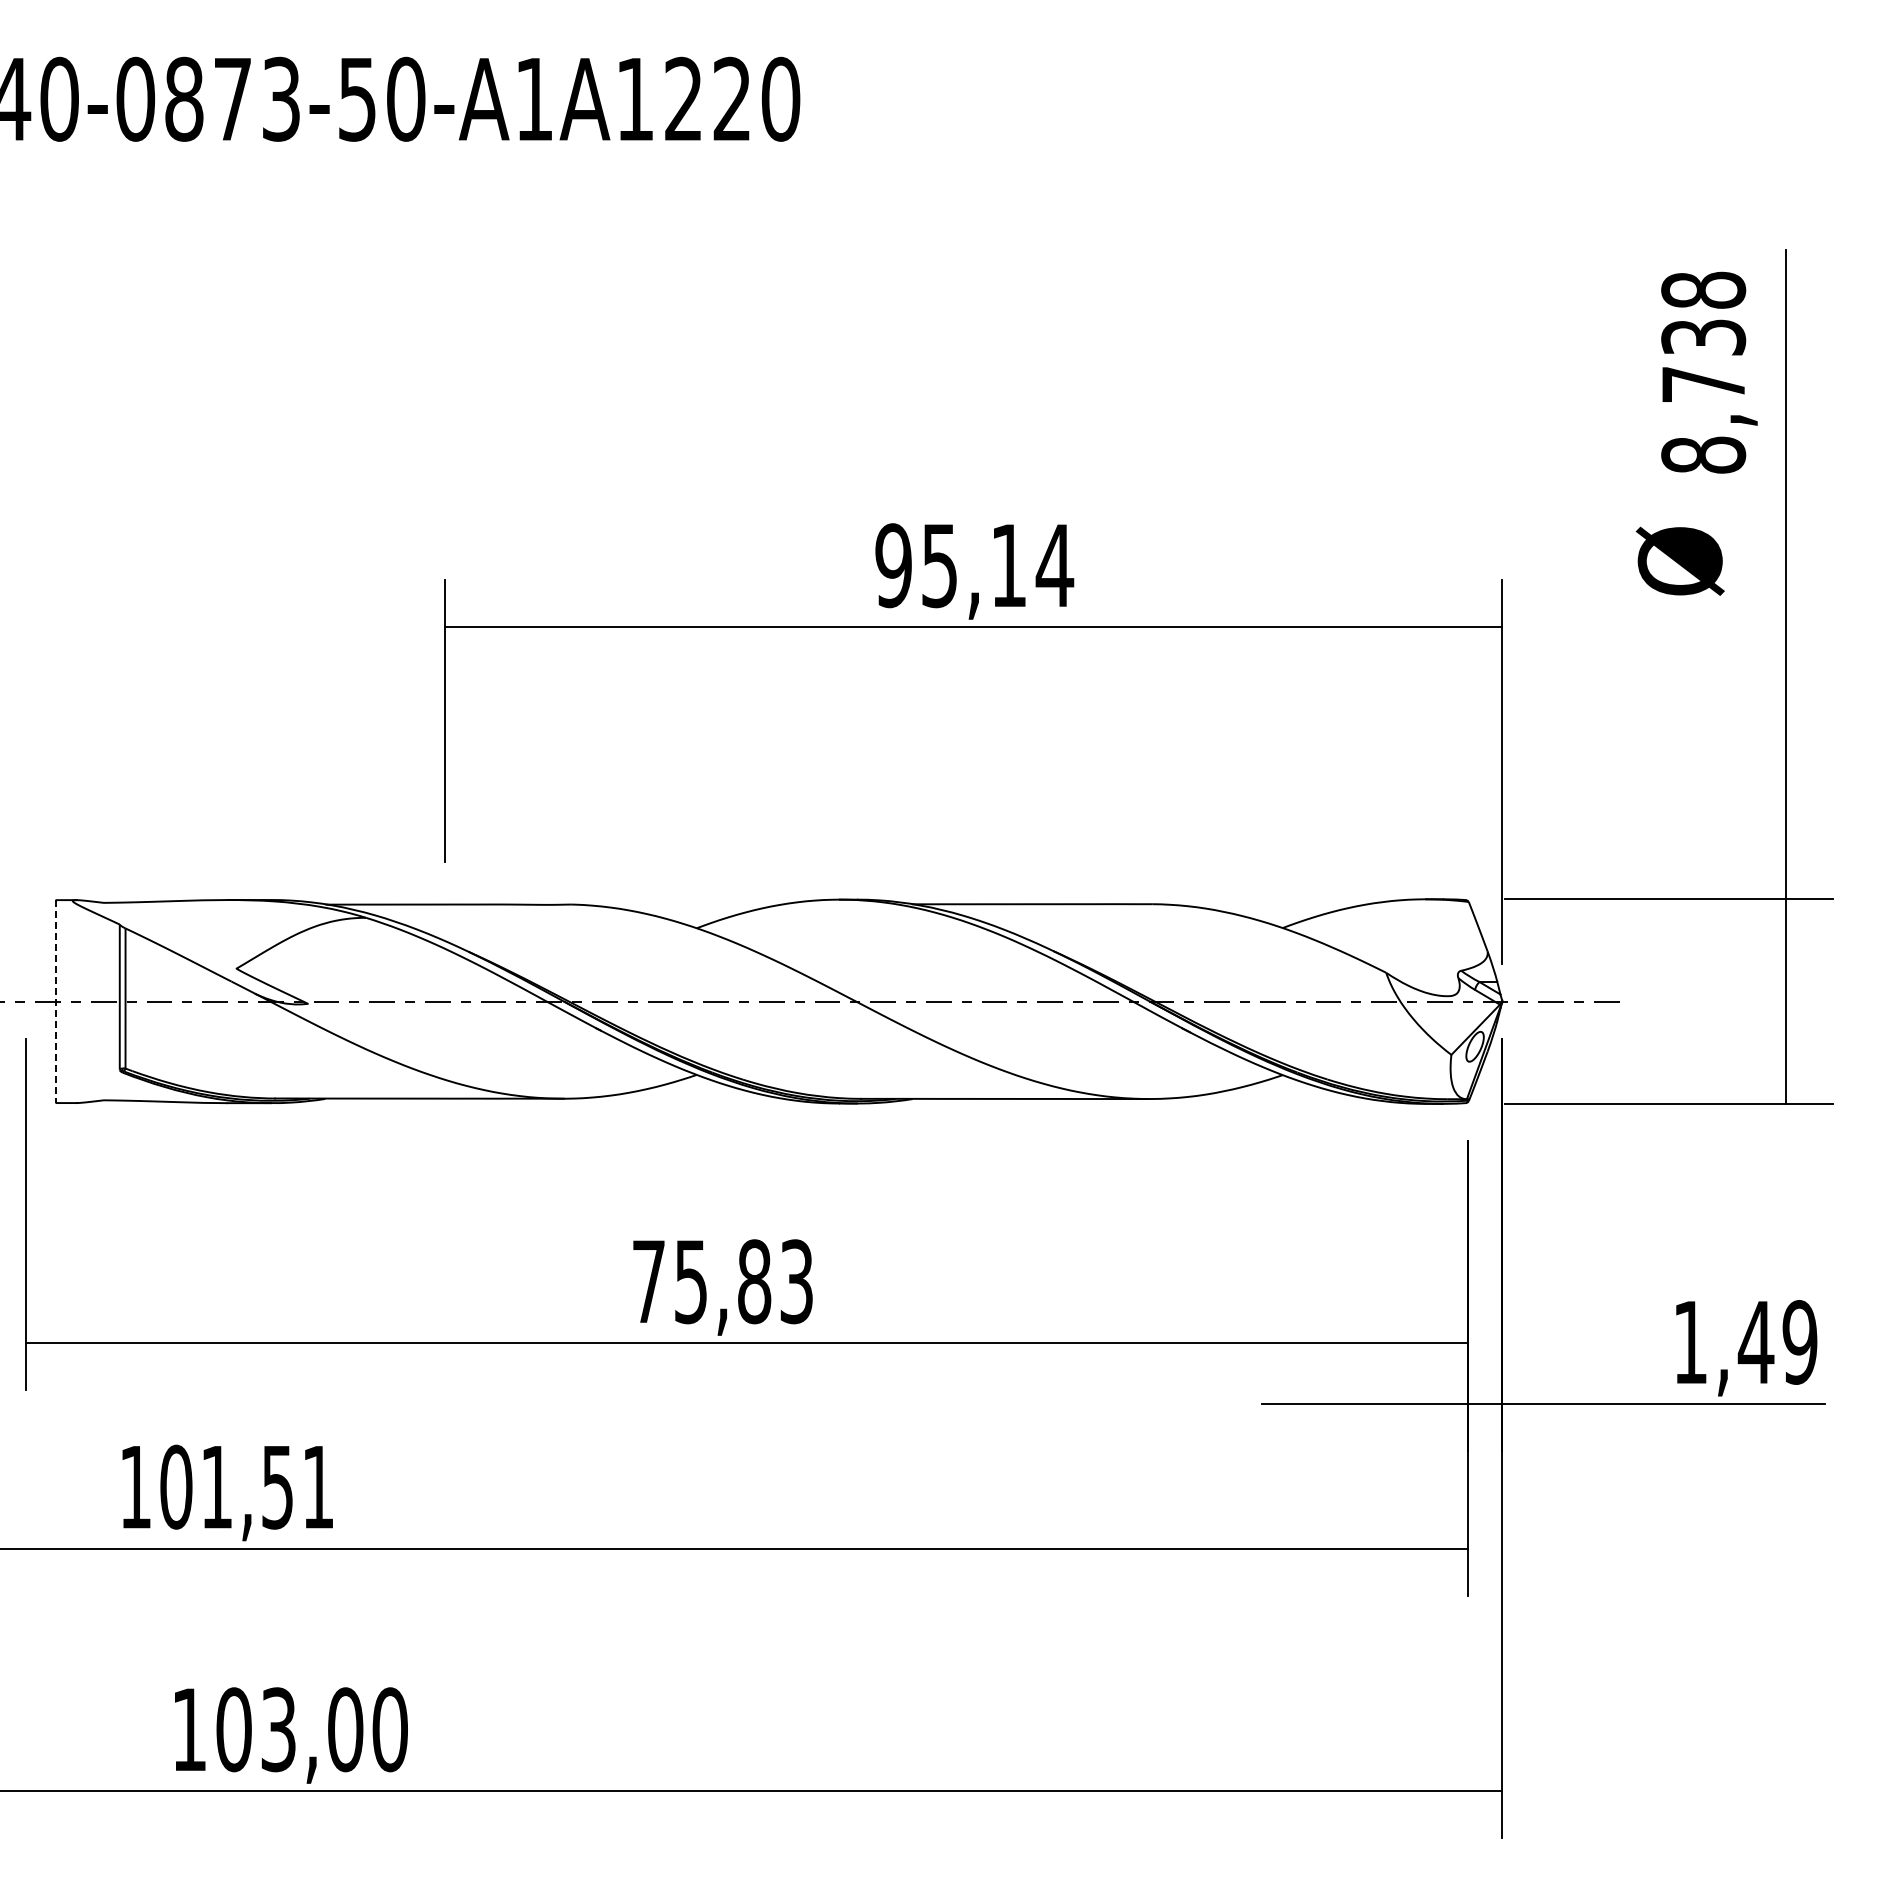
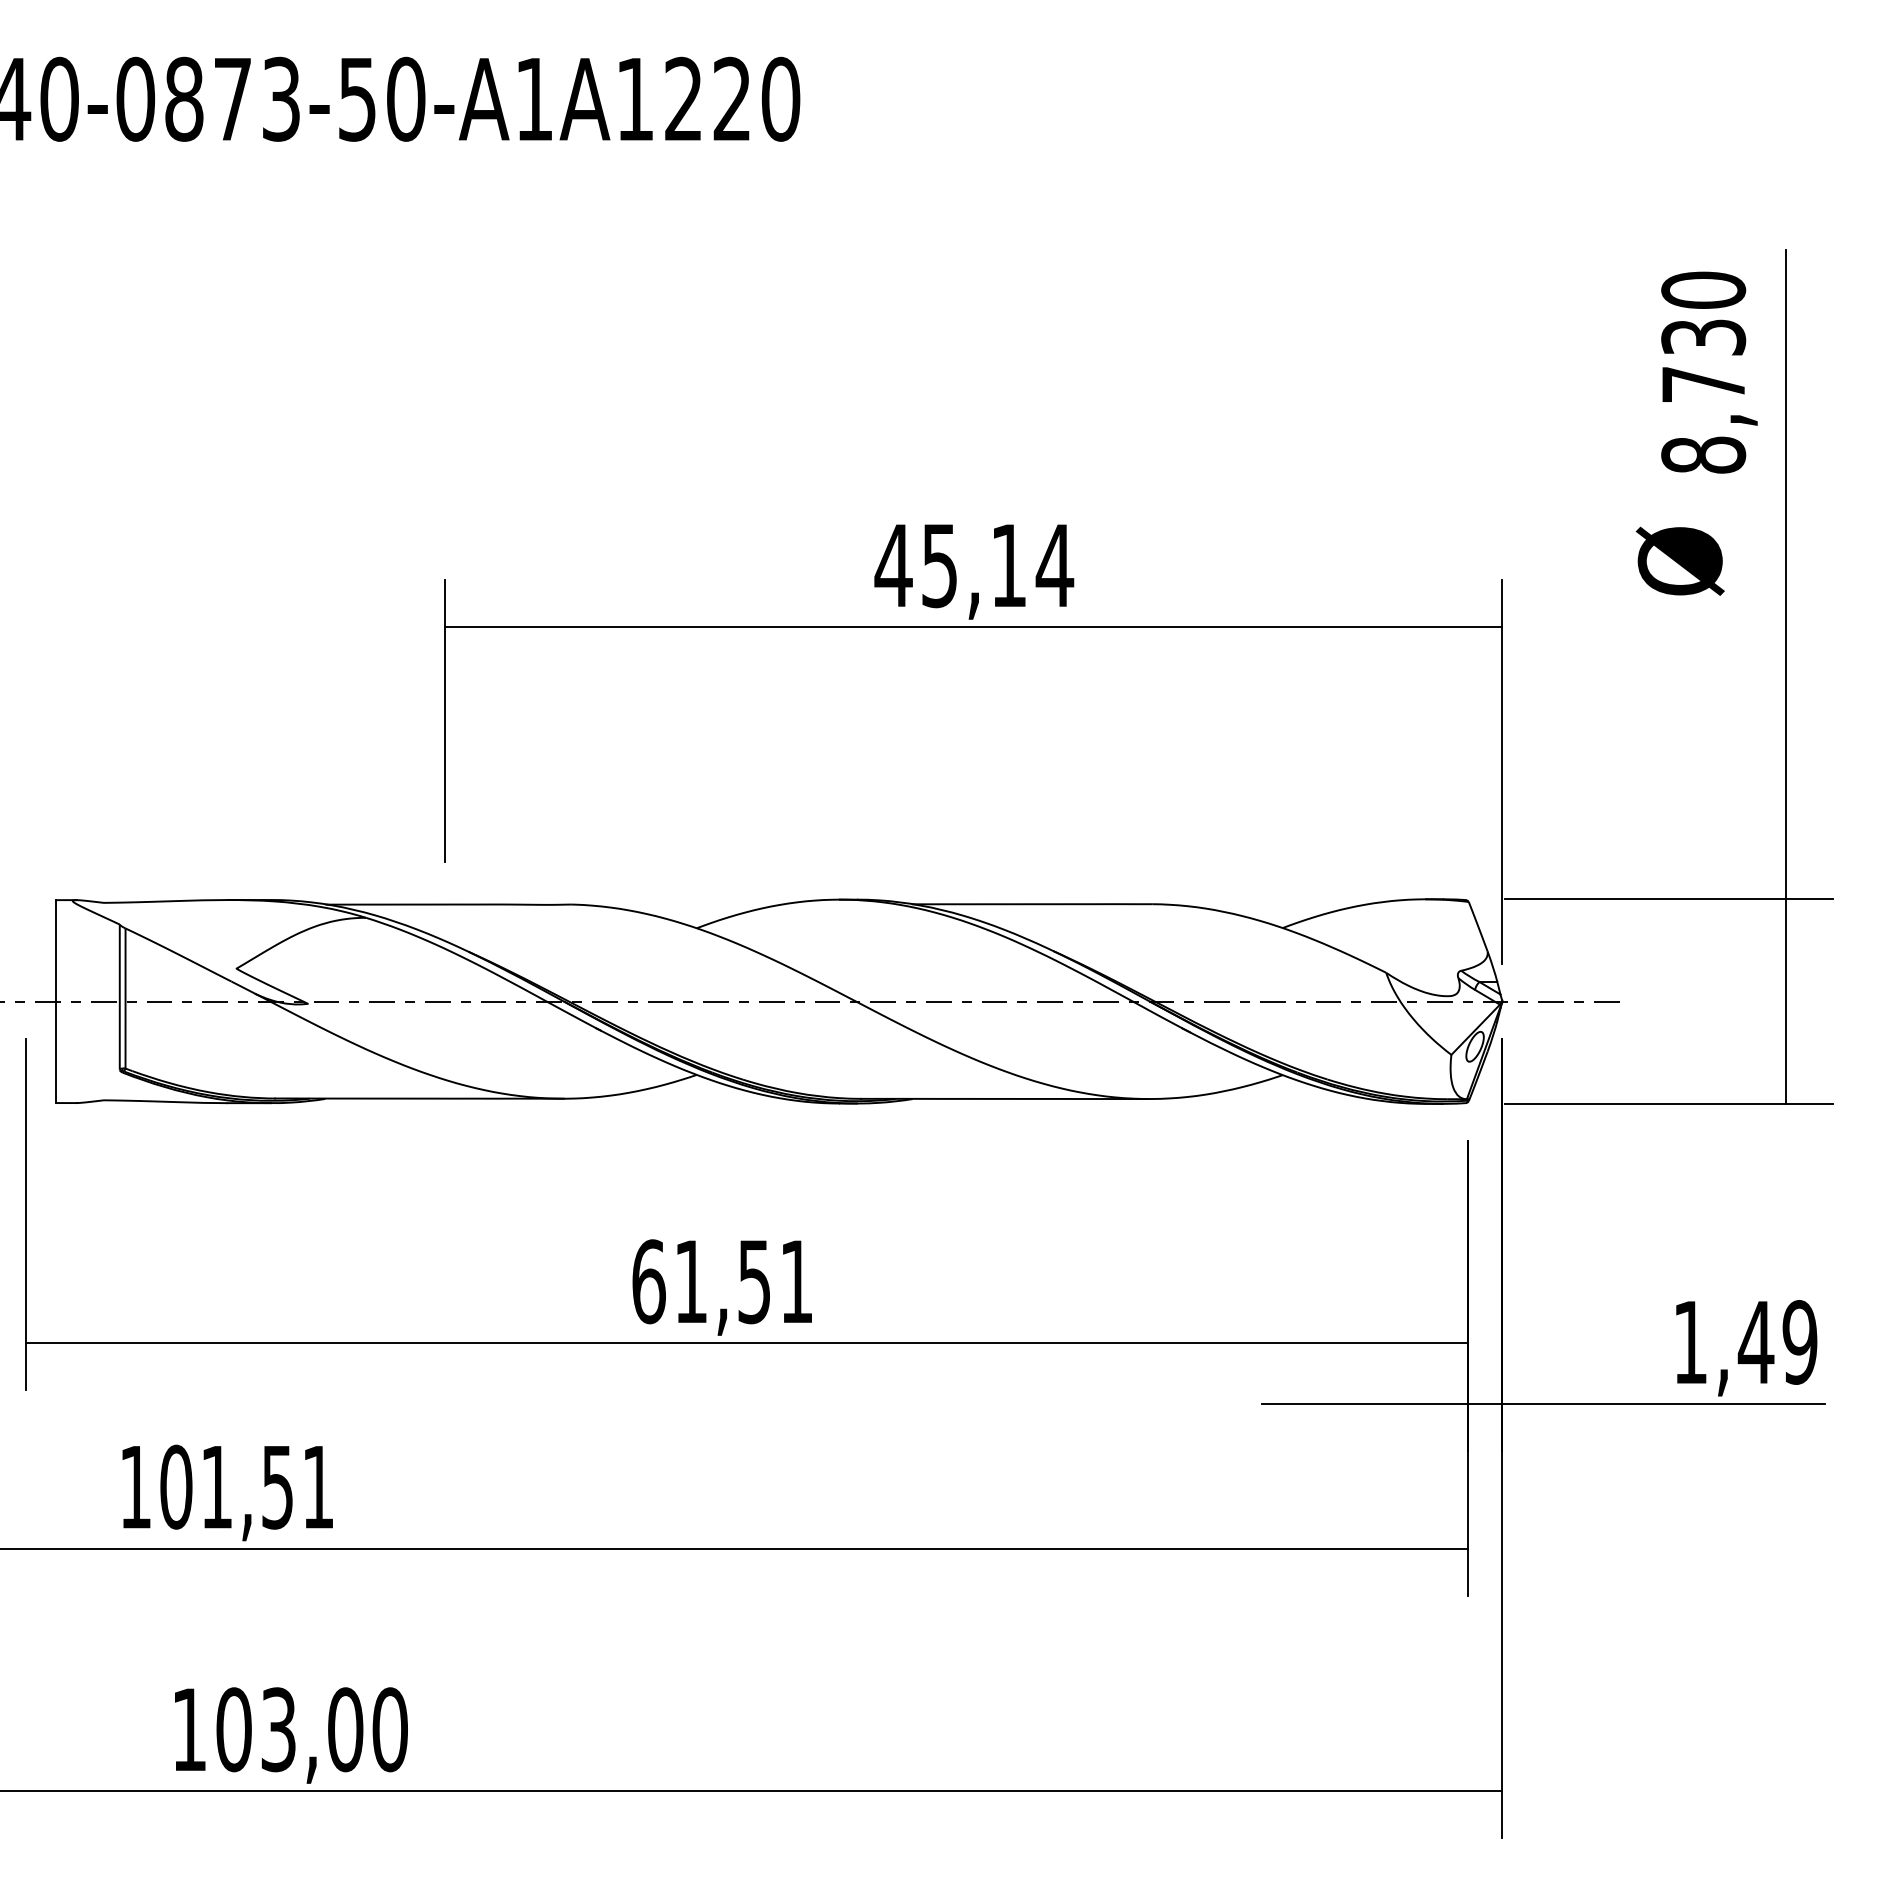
text at (1703, 289): 8,738 -> 8,730
text at (893, 565): 95,14 -> 45,14
line at (56, 1002): dashed -> solid
text at (722, 1281): 75,83 -> 61,51
